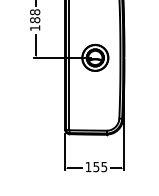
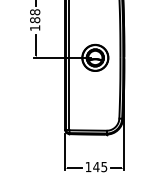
text at (96, 167): 155 -> 145
